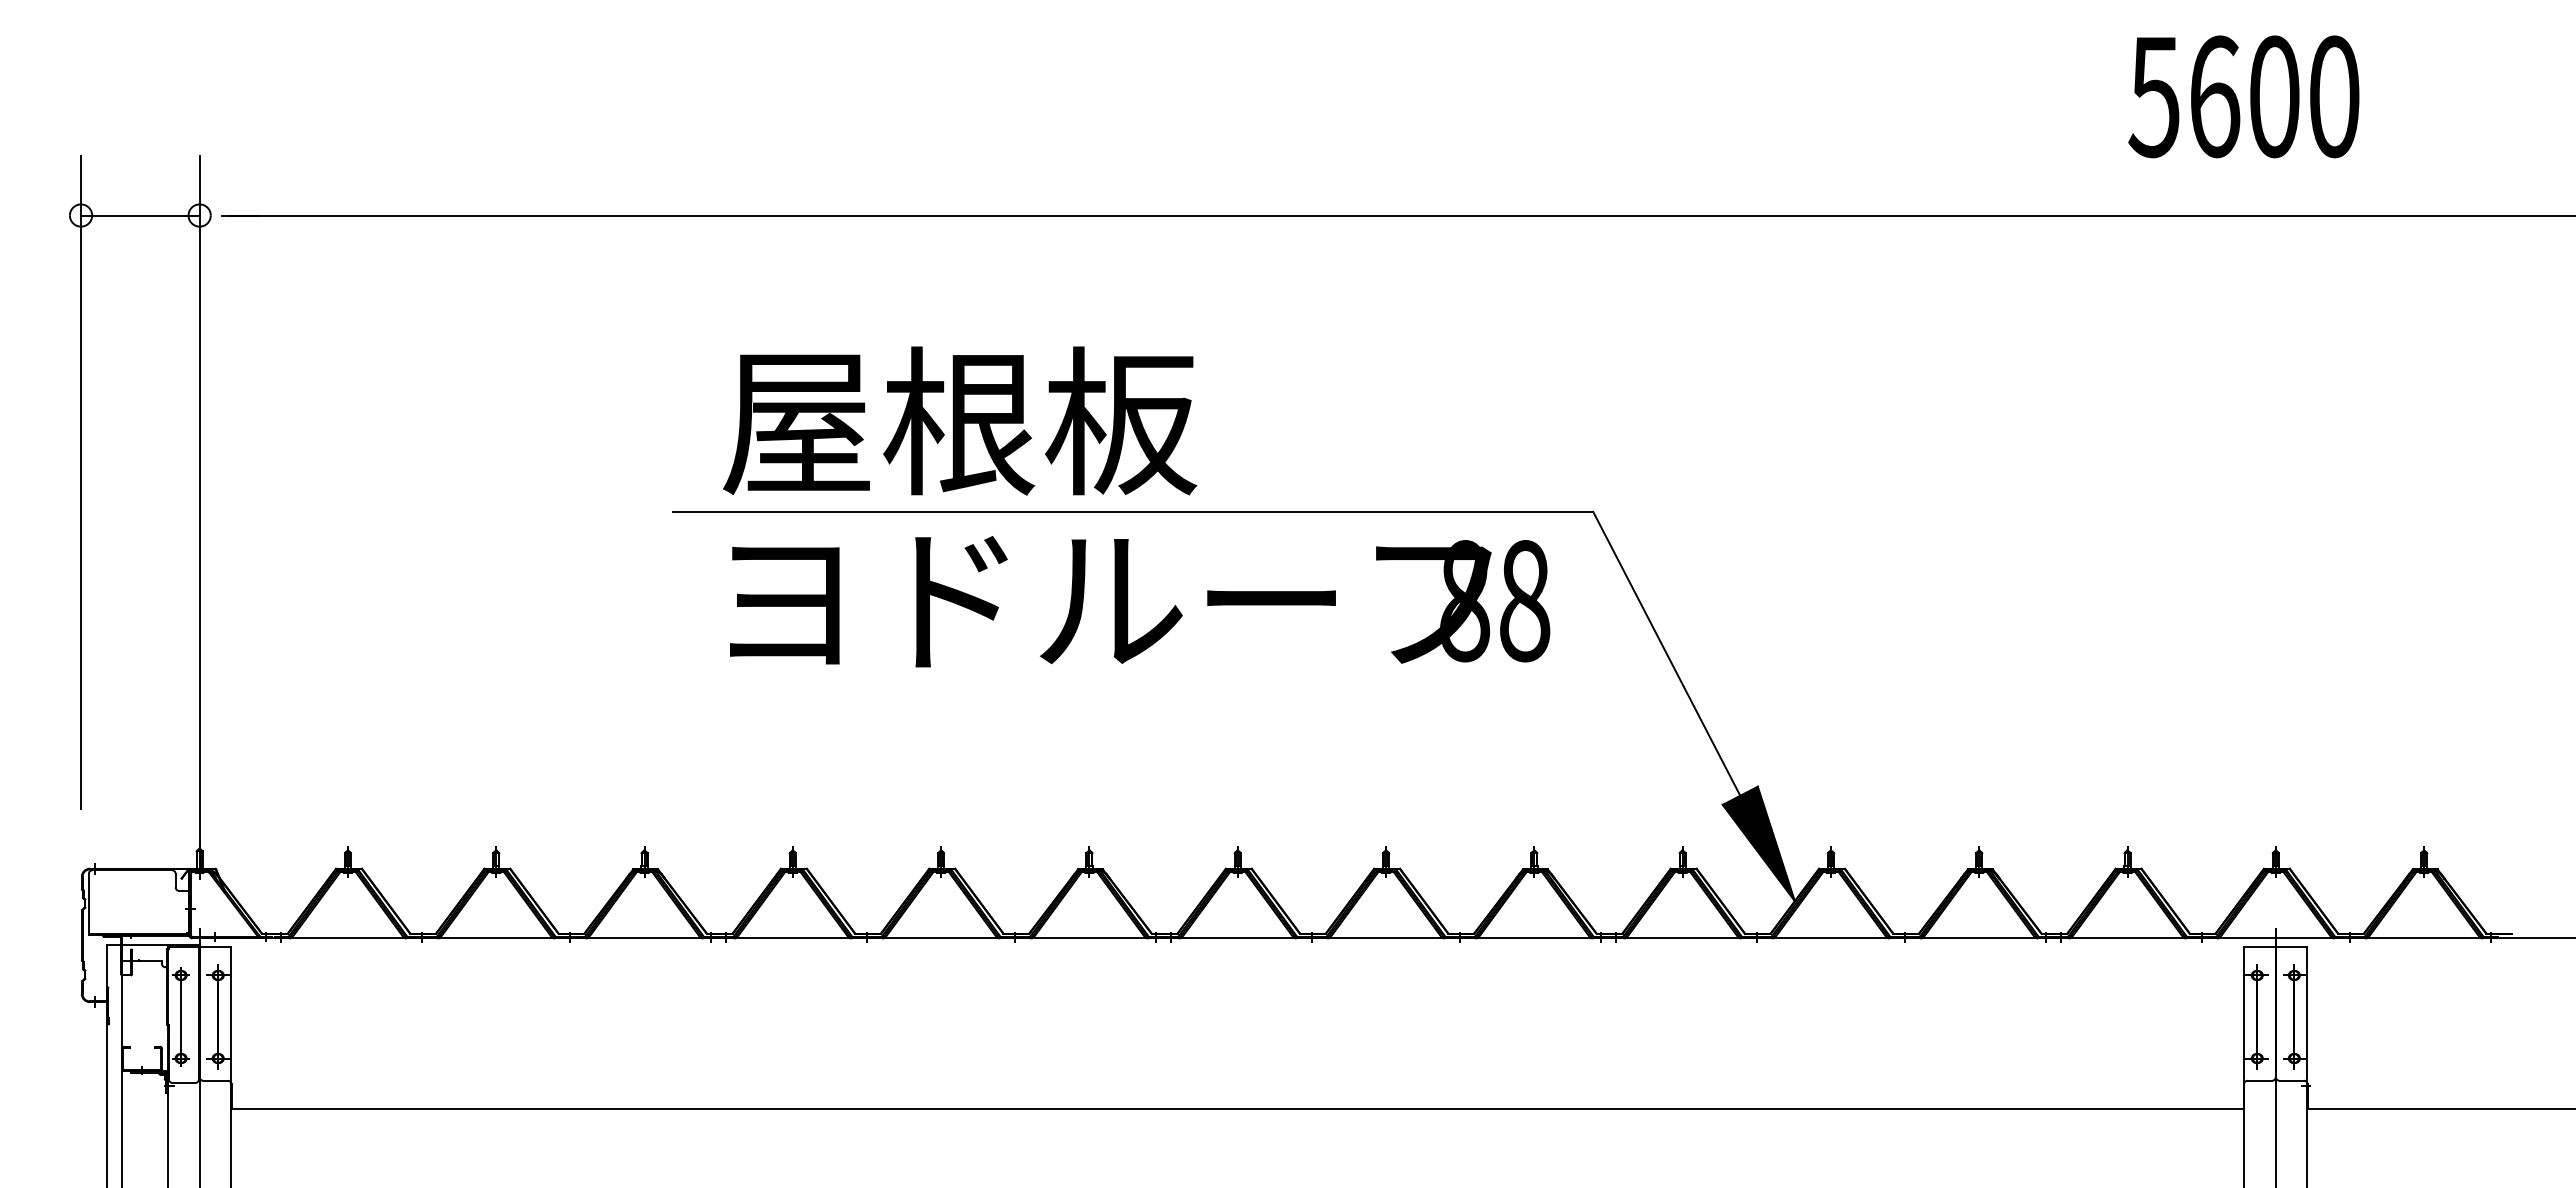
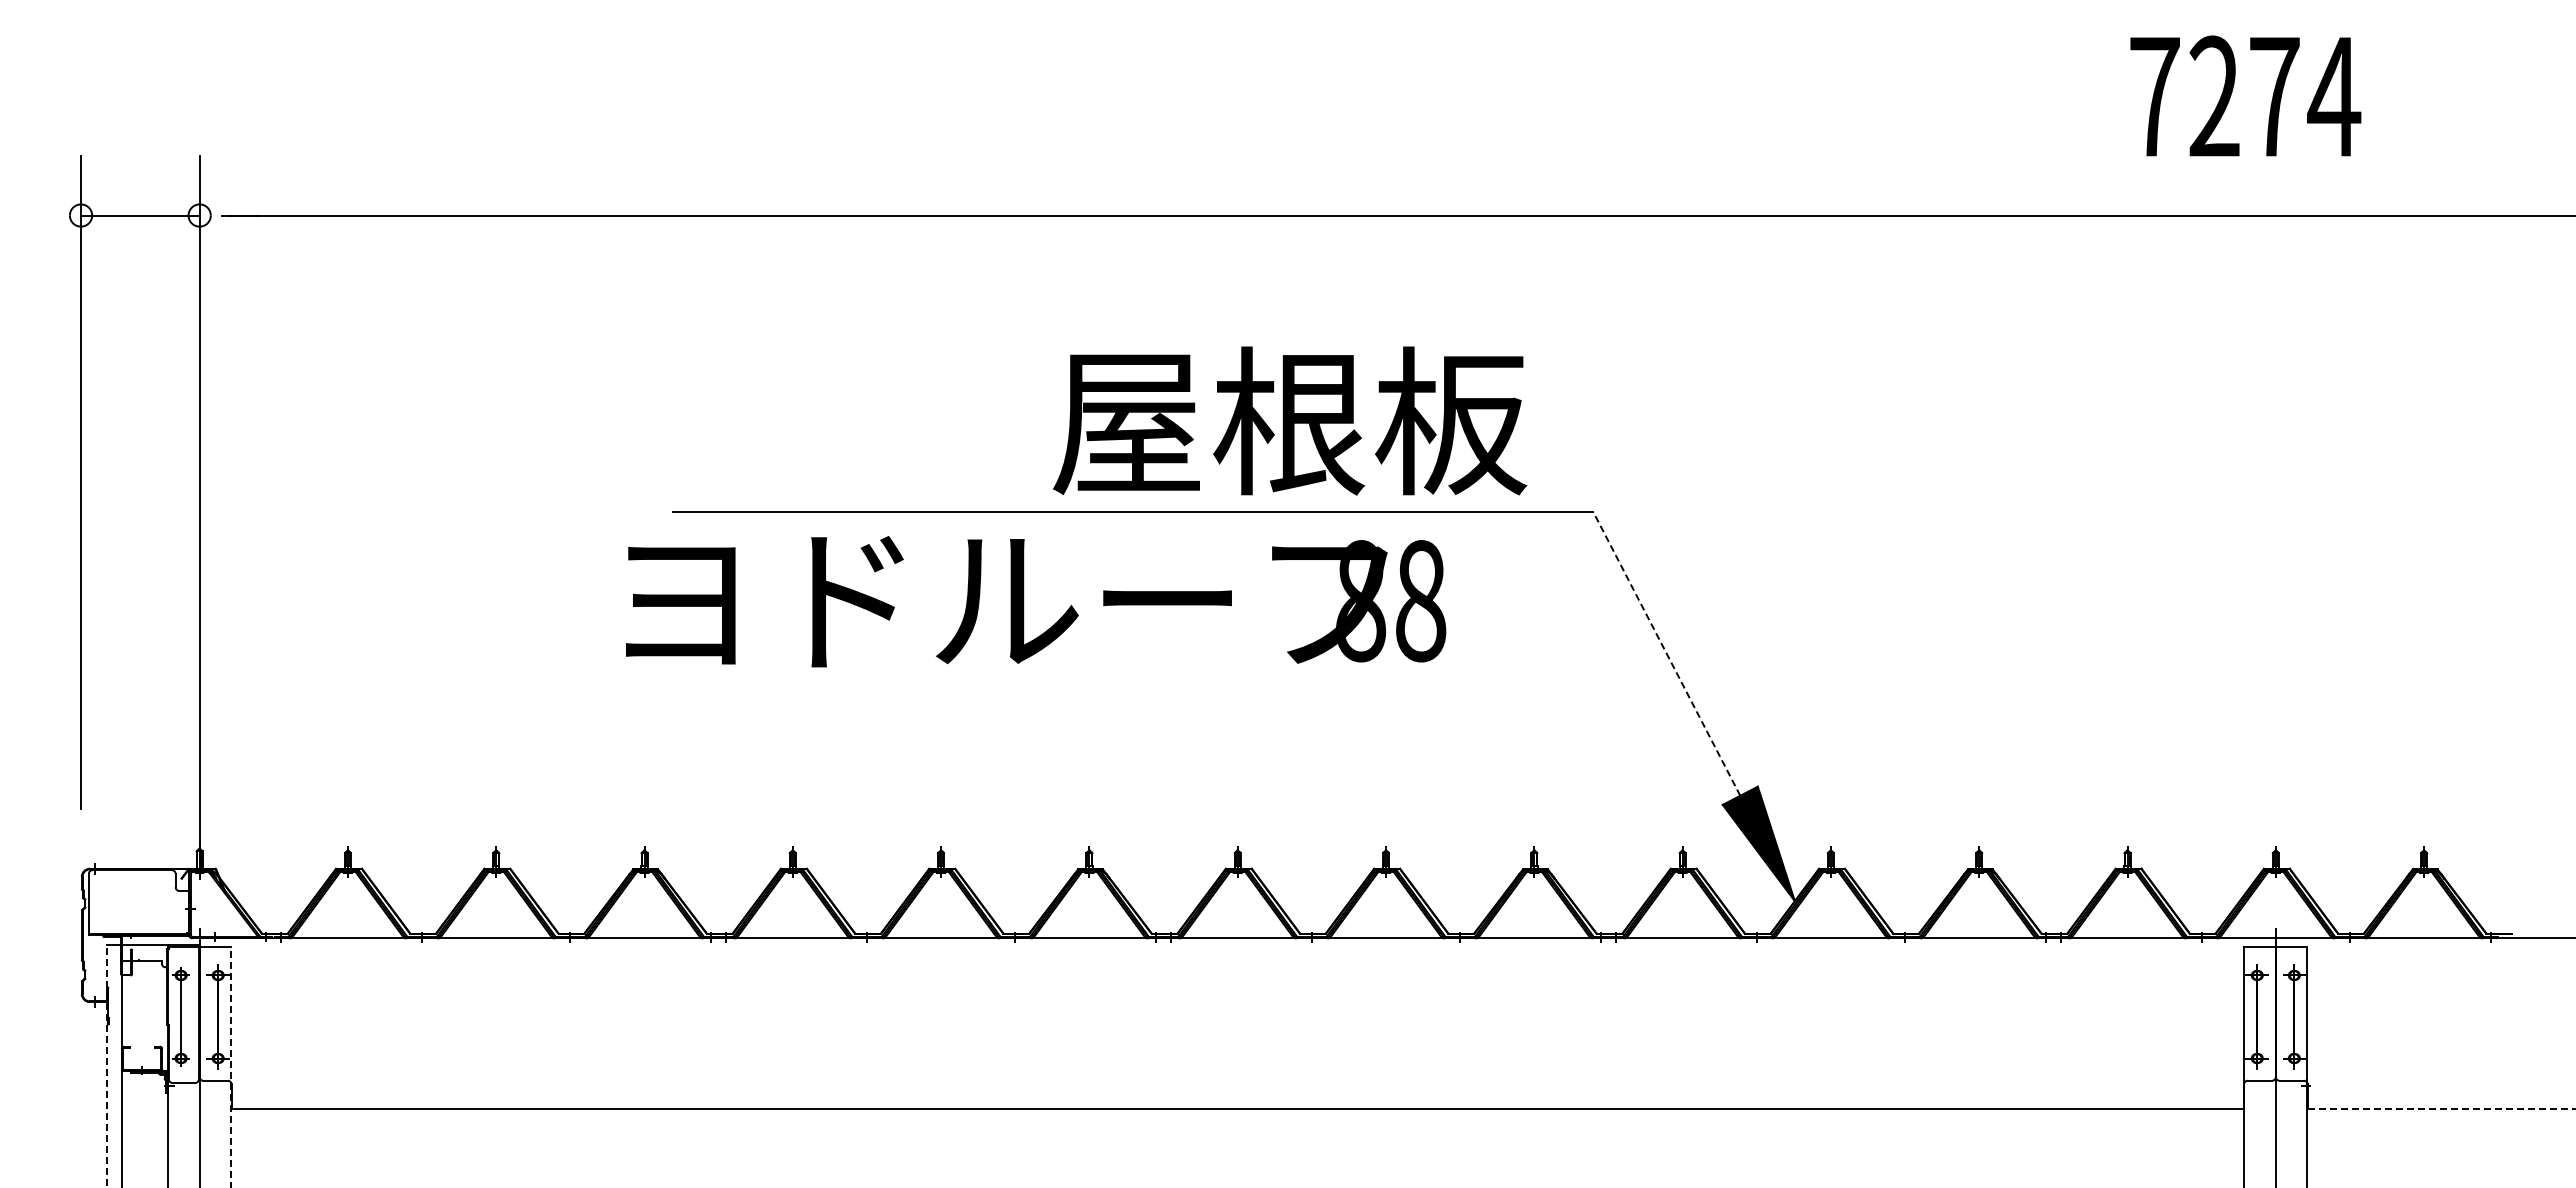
text at (2244, 96): 5600 -> 7274
text at (960, 420) position: (960, 420) -> (1290, 420)
text at (1140, 601) position: (1140, 601) -> (1036, 601)
line at (1666, 653): solid -> dashed
line at (107, 1066): solid -> dashed
line at (231, 1066): solid -> dashed
line at (2441, 1108): solid -> dashed
